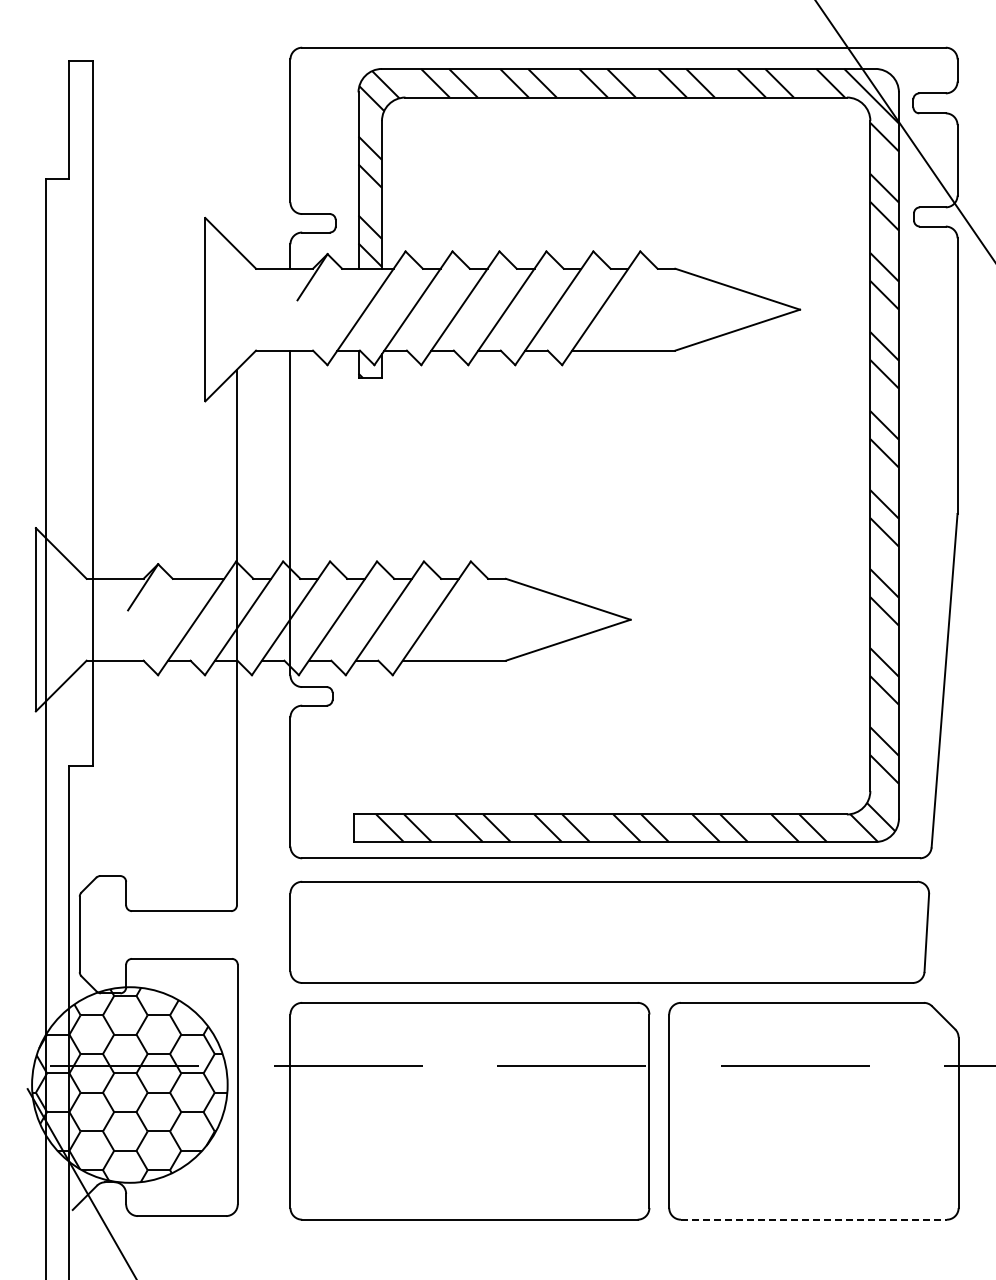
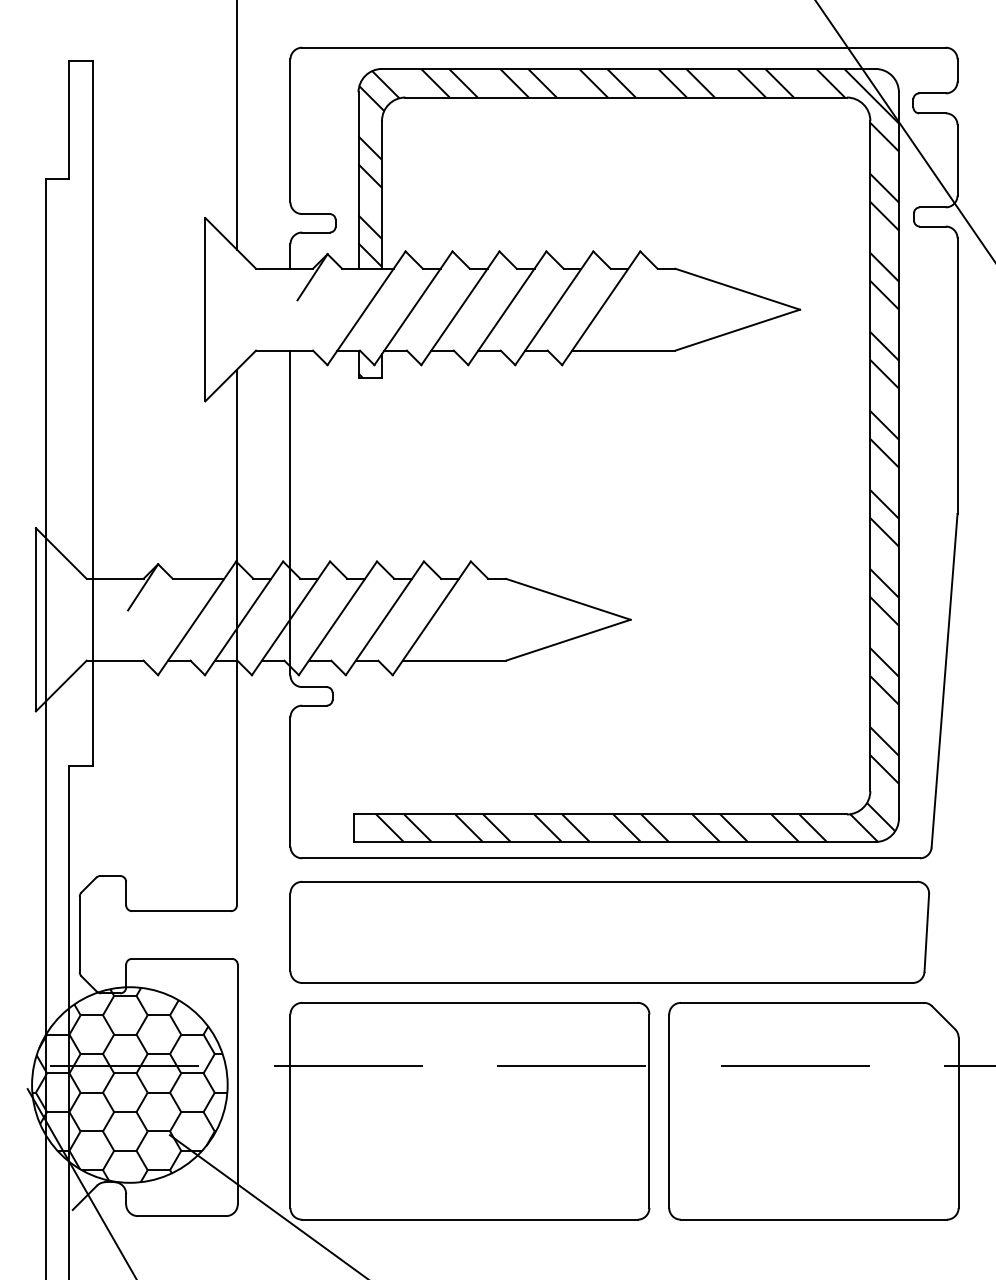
line at (236, 125): none -> present
line at (266, 1205): none -> present
line at (813, 1219): dashed -> solid
